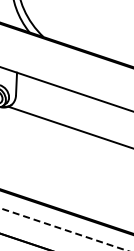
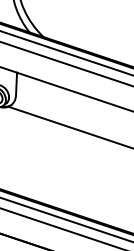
line at (66, 52): none -> present
line at (66, 63): none -> present
line at (66, 219): none -> present
line at (64, 229): dashed -> solid
